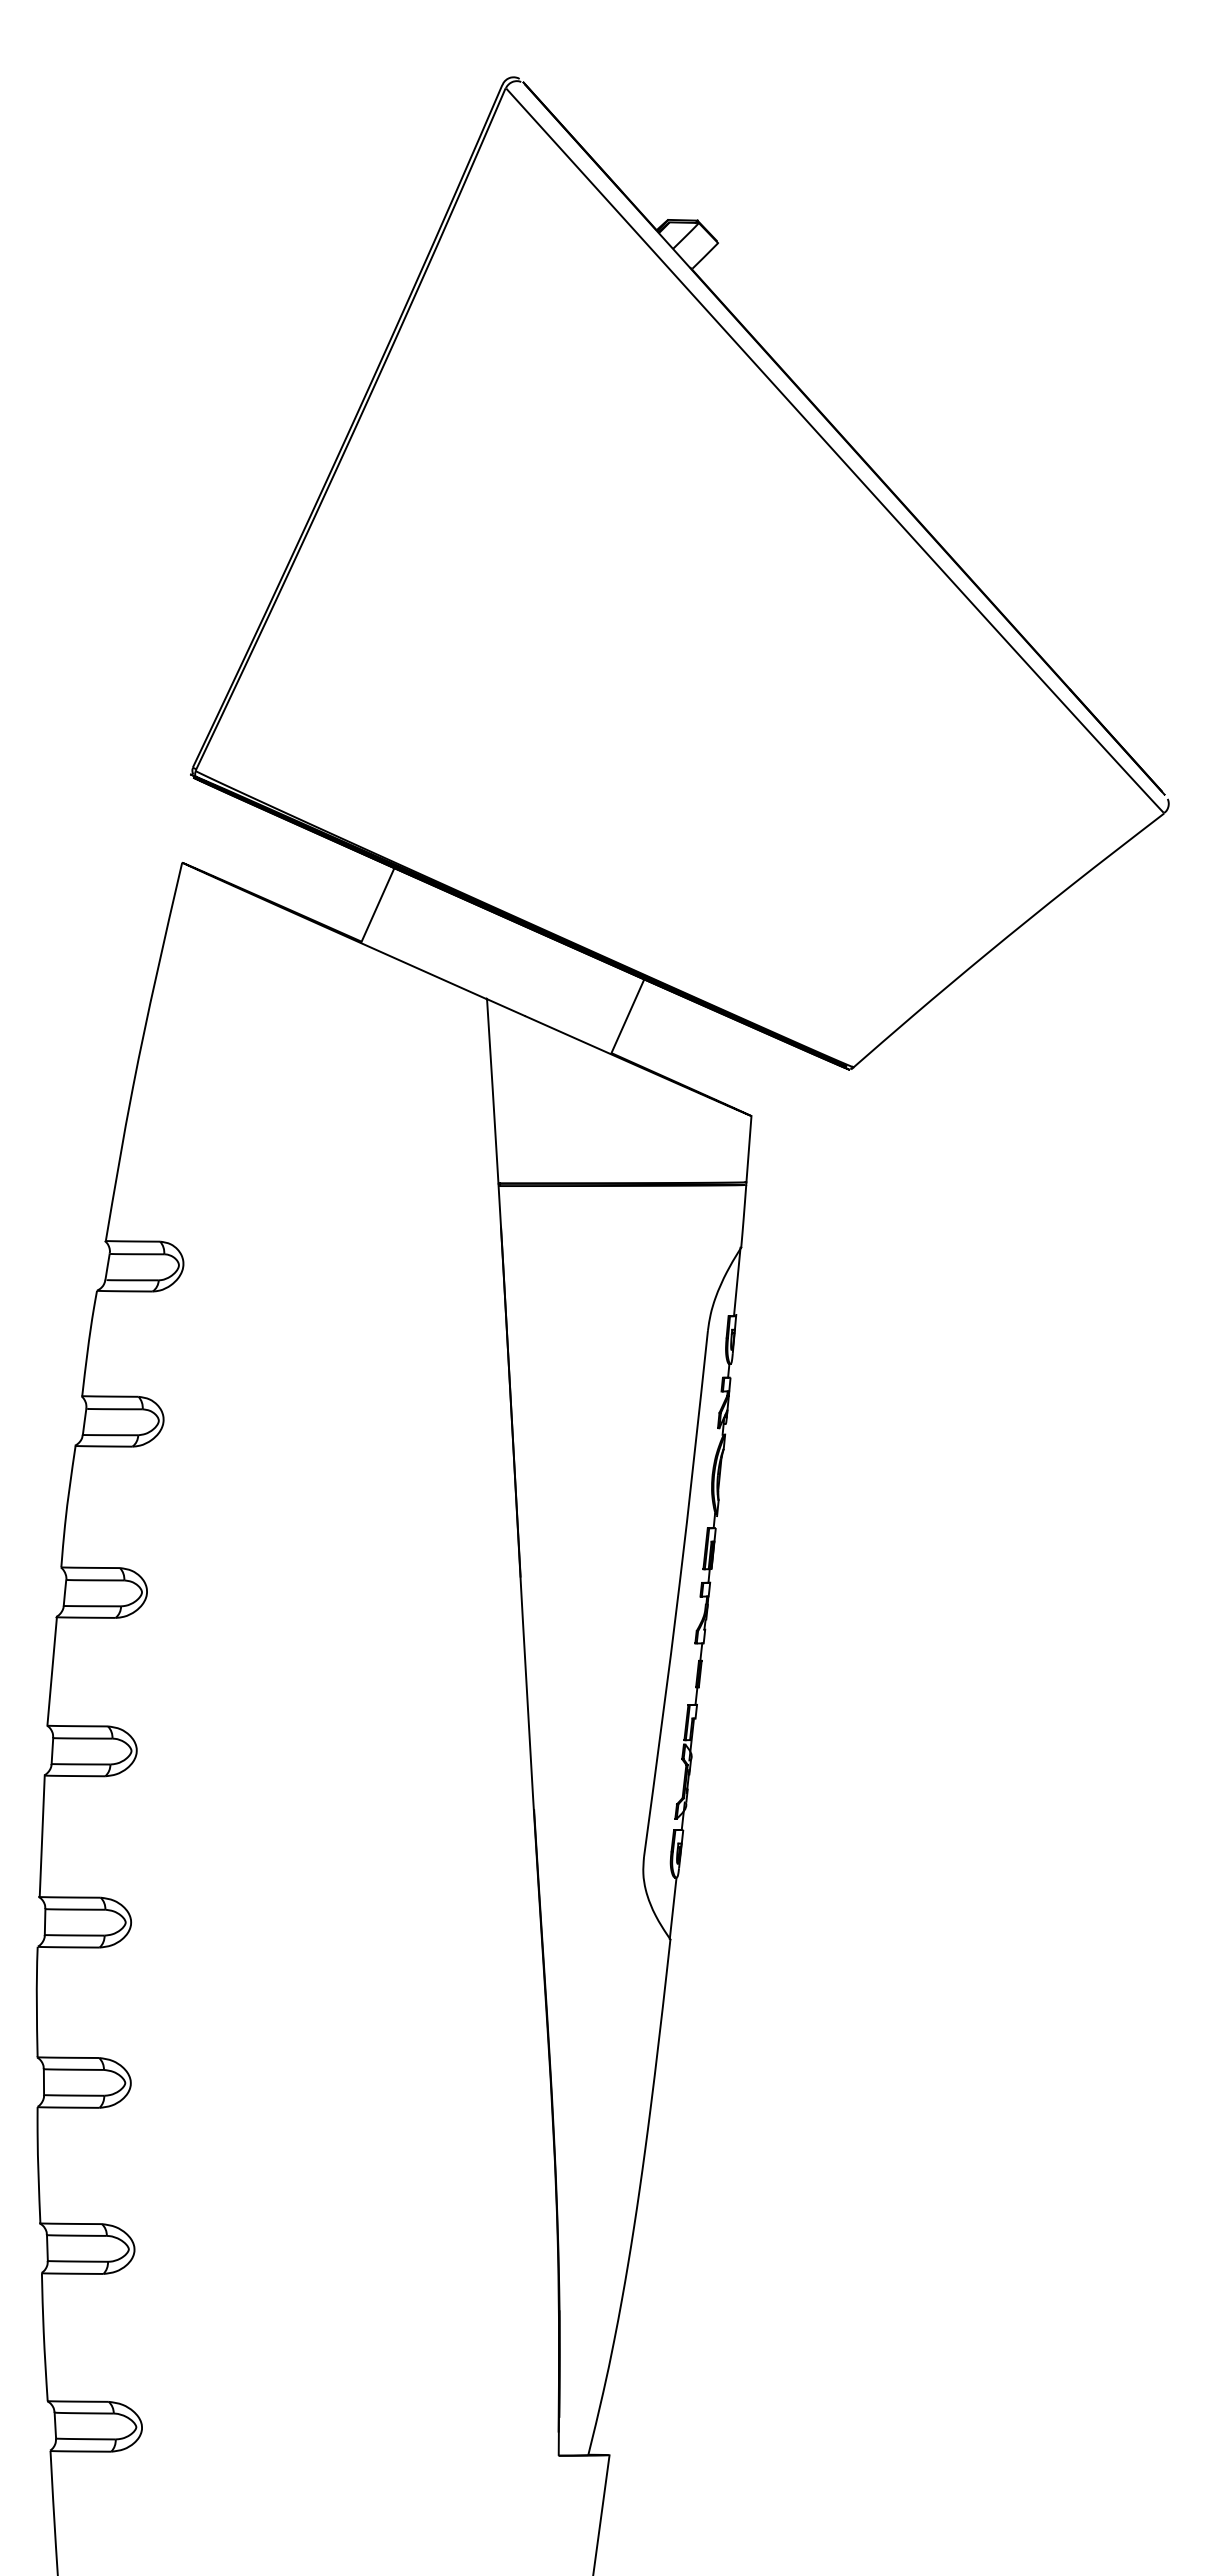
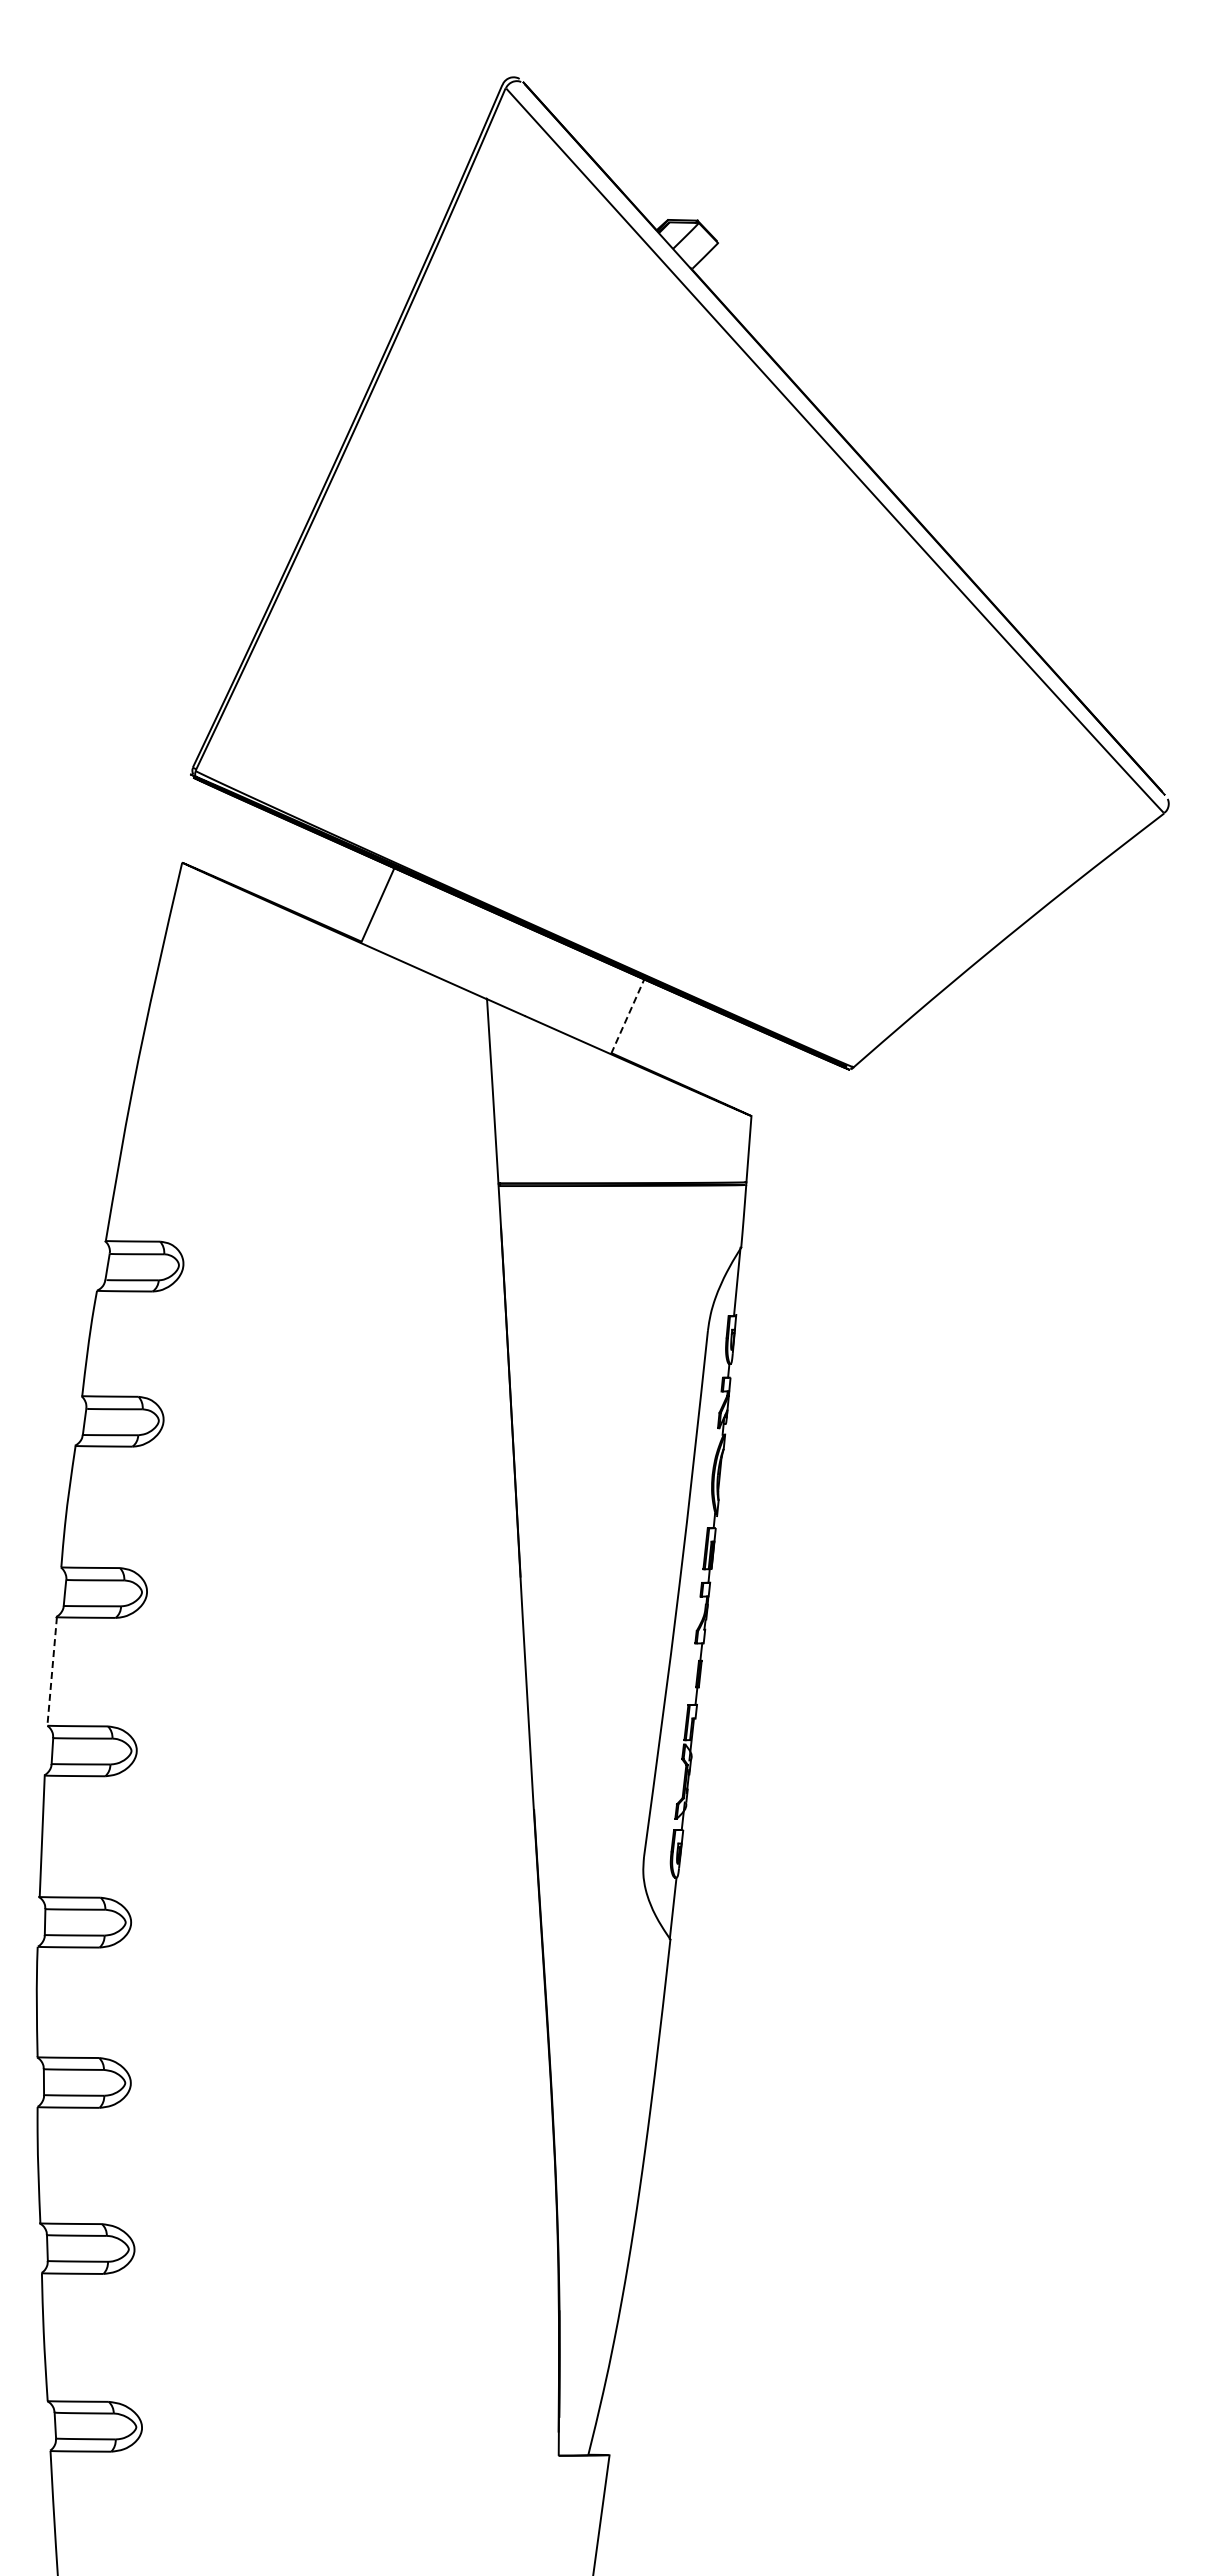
line at (627, 1016): solid -> dashed
line at (52, 1671): solid -> dashed
